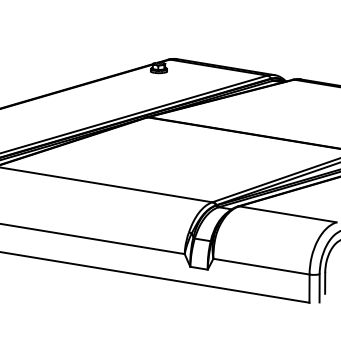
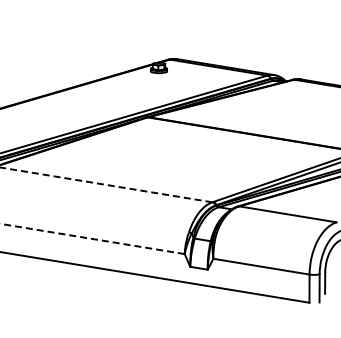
line at (105, 184): solid -> dashed
line at (92, 238): solid -> dashed
